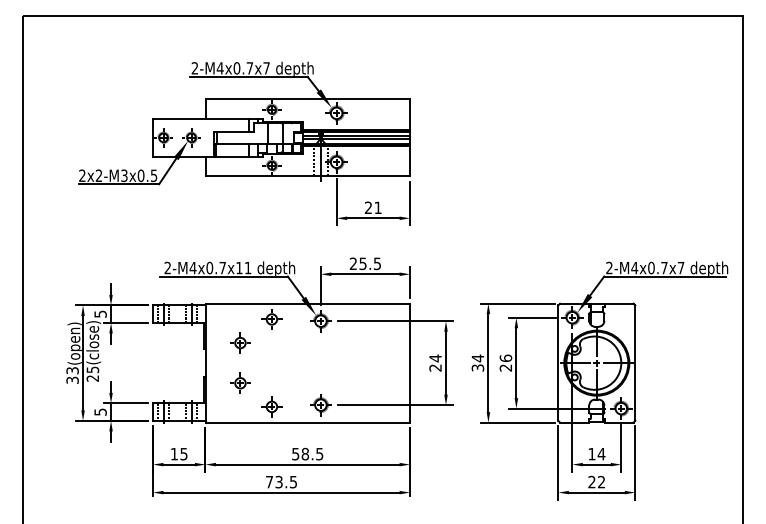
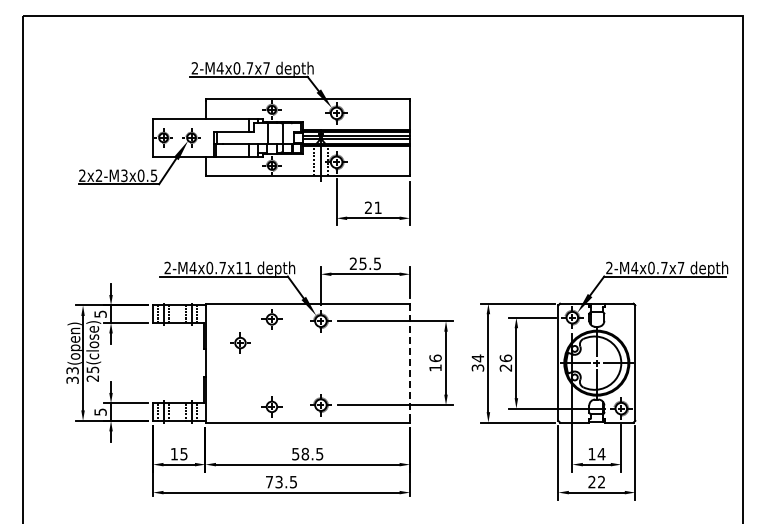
text at (435, 362): 24 -> 16
line at (410, 363): solid -> dashed
part at (240, 382): present -> none
